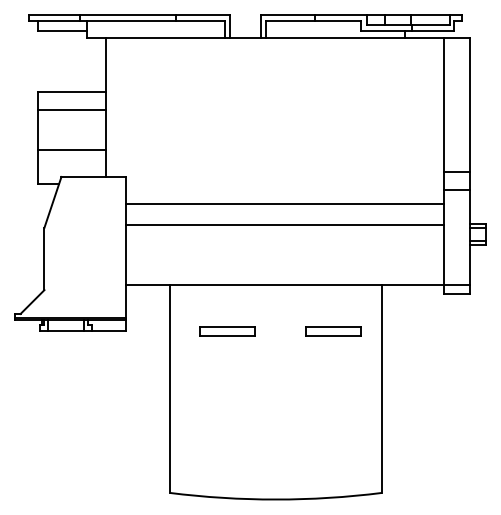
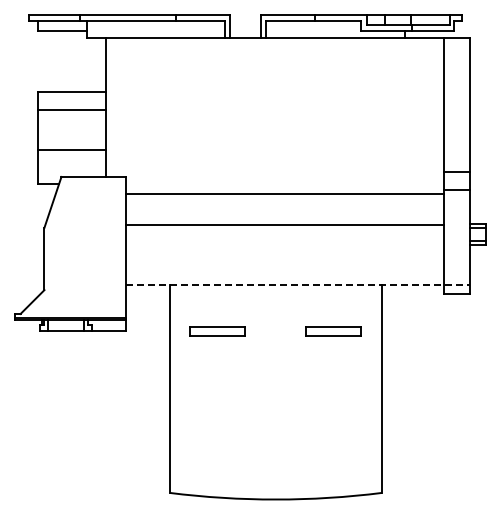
line at (284, 204) position: (284, 204) -> (284, 194)
line at (298, 285): solid -> dashed
part at (227, 331) position: (227, 331) -> (217, 331)
